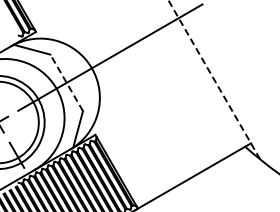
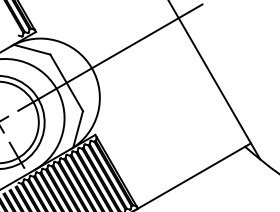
line at (214, 80): dashed -> solid
line at (66, 82): dashed -> solid
